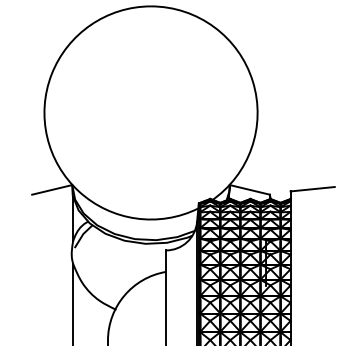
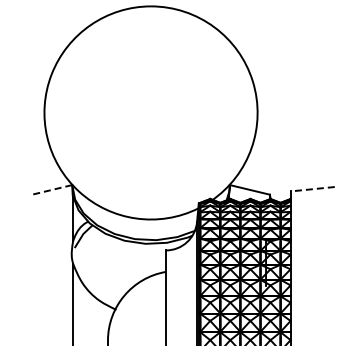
line at (52, 189): solid -> dashed
line at (312, 189): solid -> dashed
